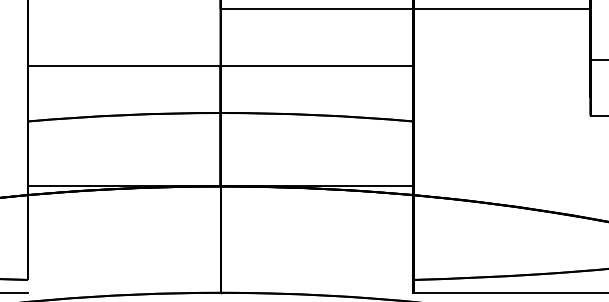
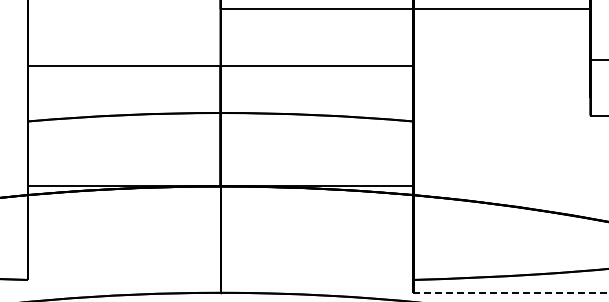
line at (14, 292): present -> none
line at (511, 292): solid -> dashed
